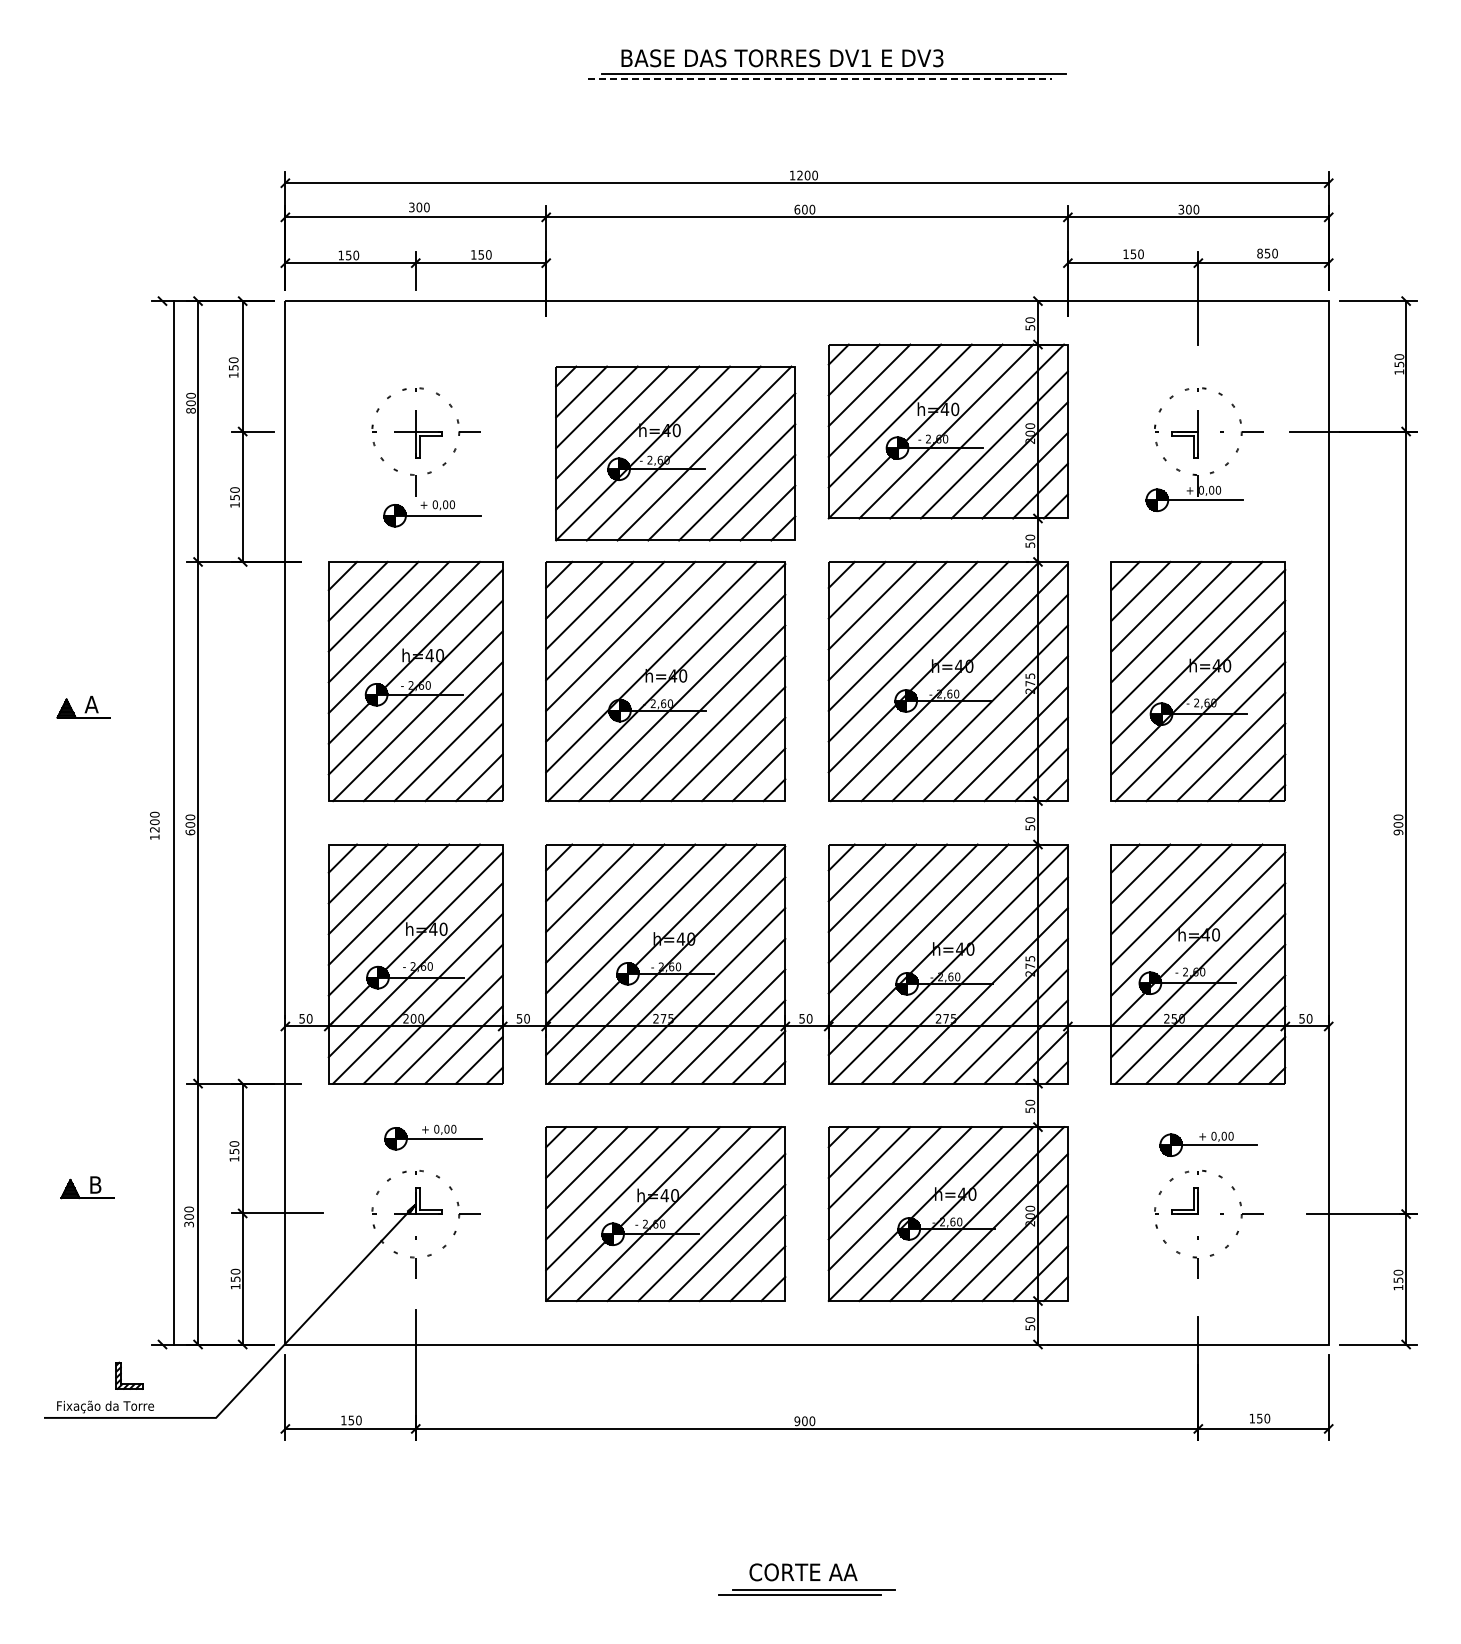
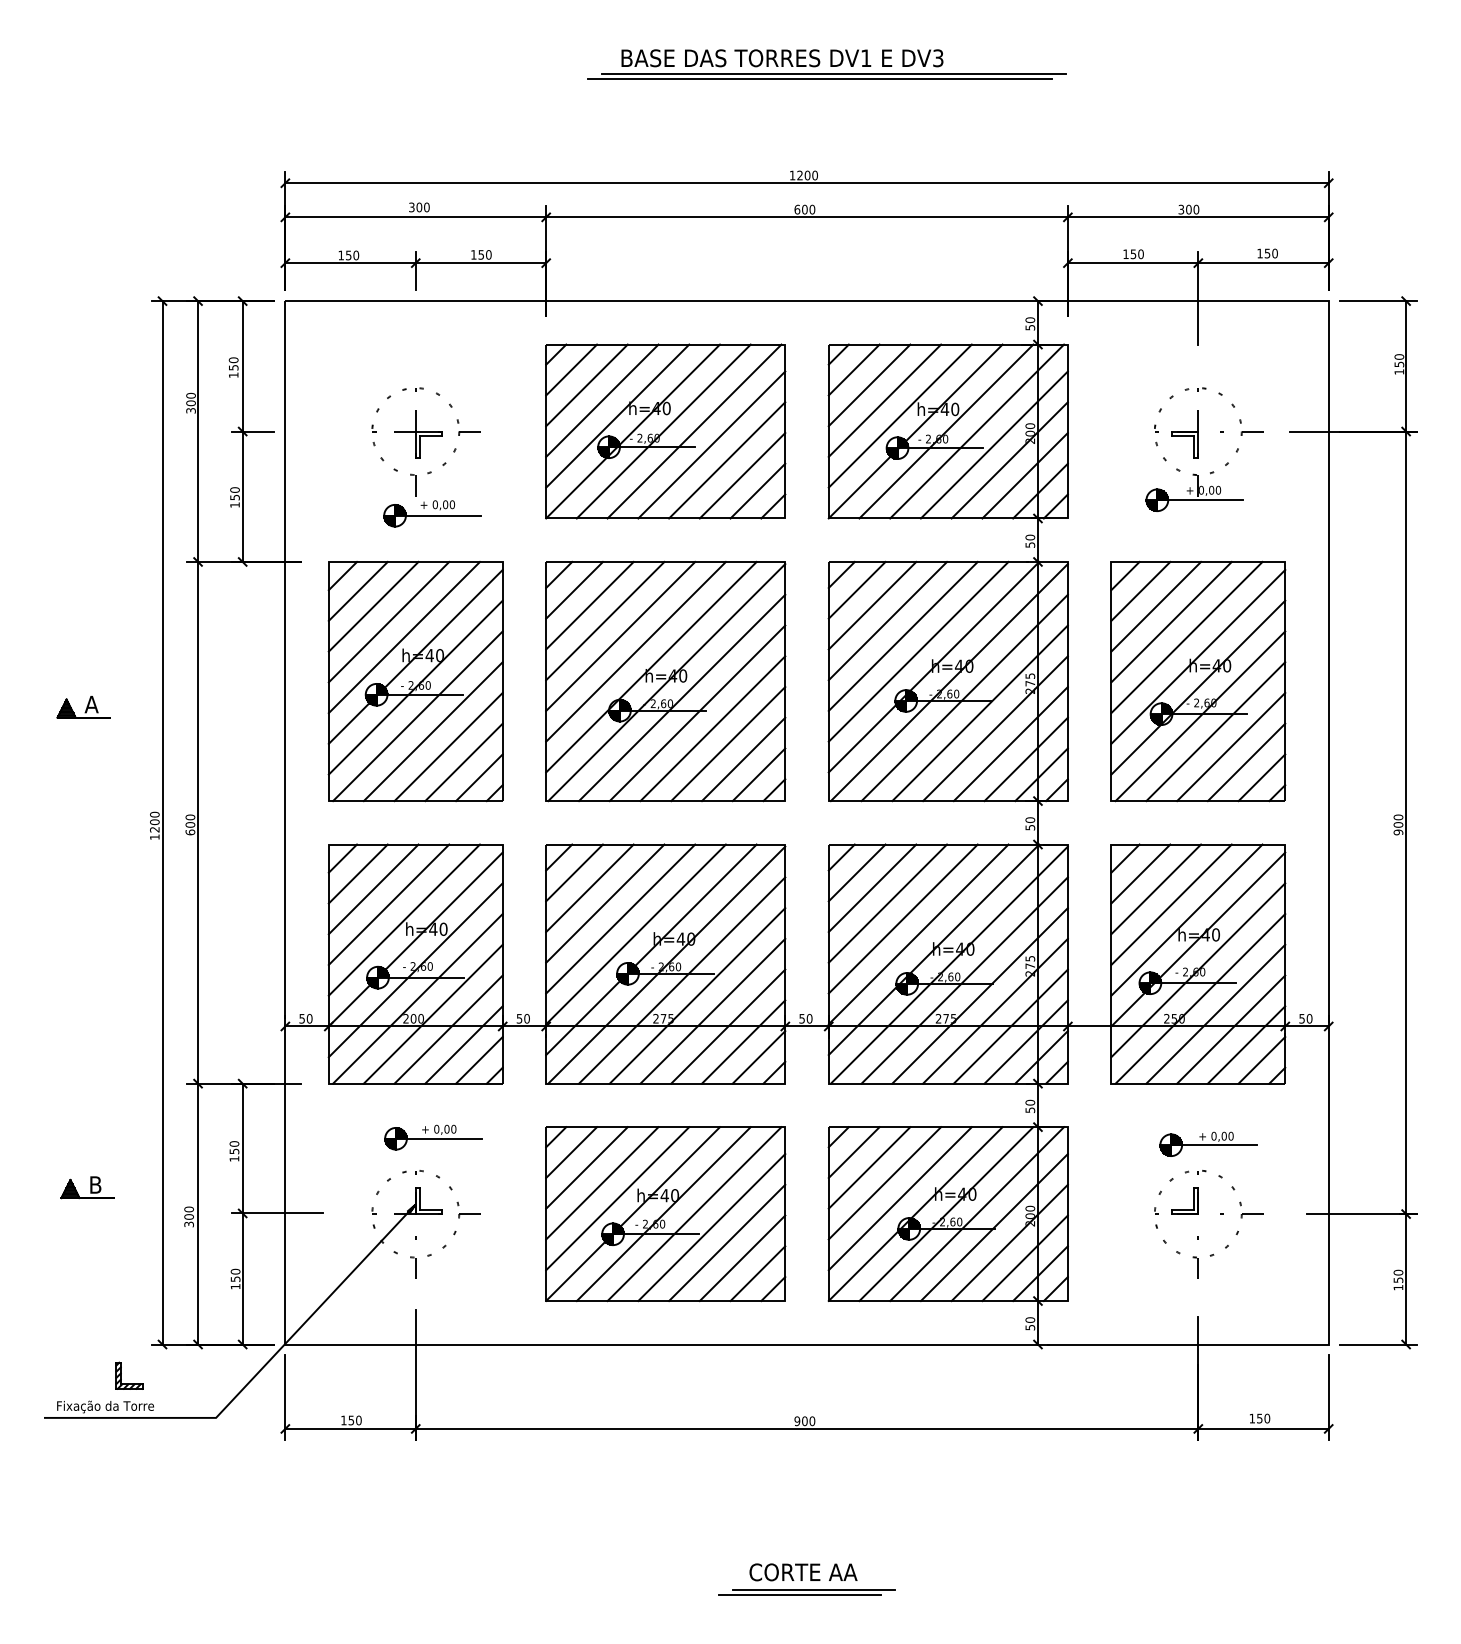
line at (820, 79): dashed -> solid
text at (1259, 253): 850 -> 150
text at (190, 410): 800 -> 300
part at (675, 453) position: (675, 453) -> (665, 431)
line at (173, 822) position: (173, 822) -> (162, 822)
